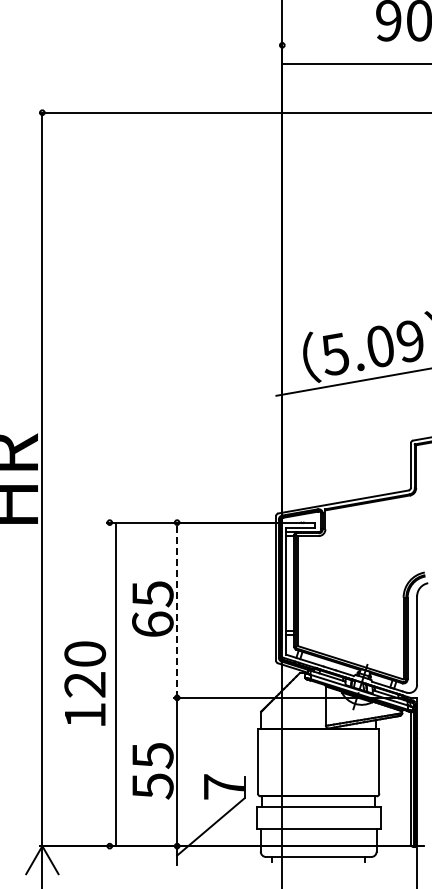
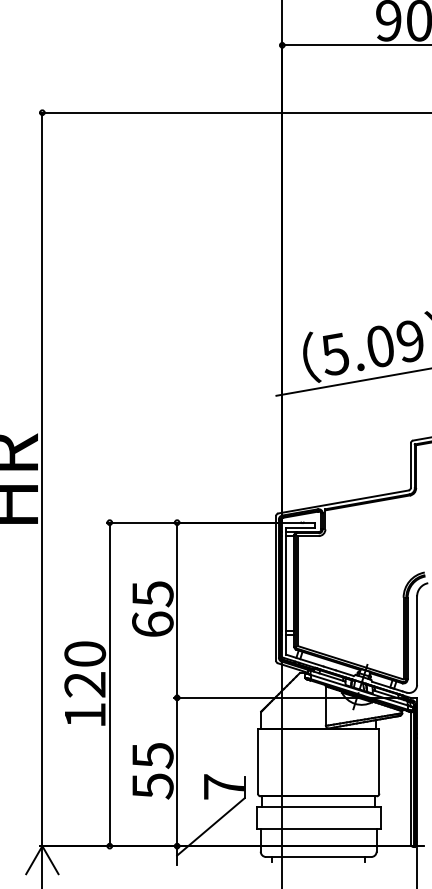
line at (355, 64) position: (355, 64) -> (355, 45)
line at (177, 610): dashed -> solid
line at (115, 684) position: (115, 684) -> (109, 684)
